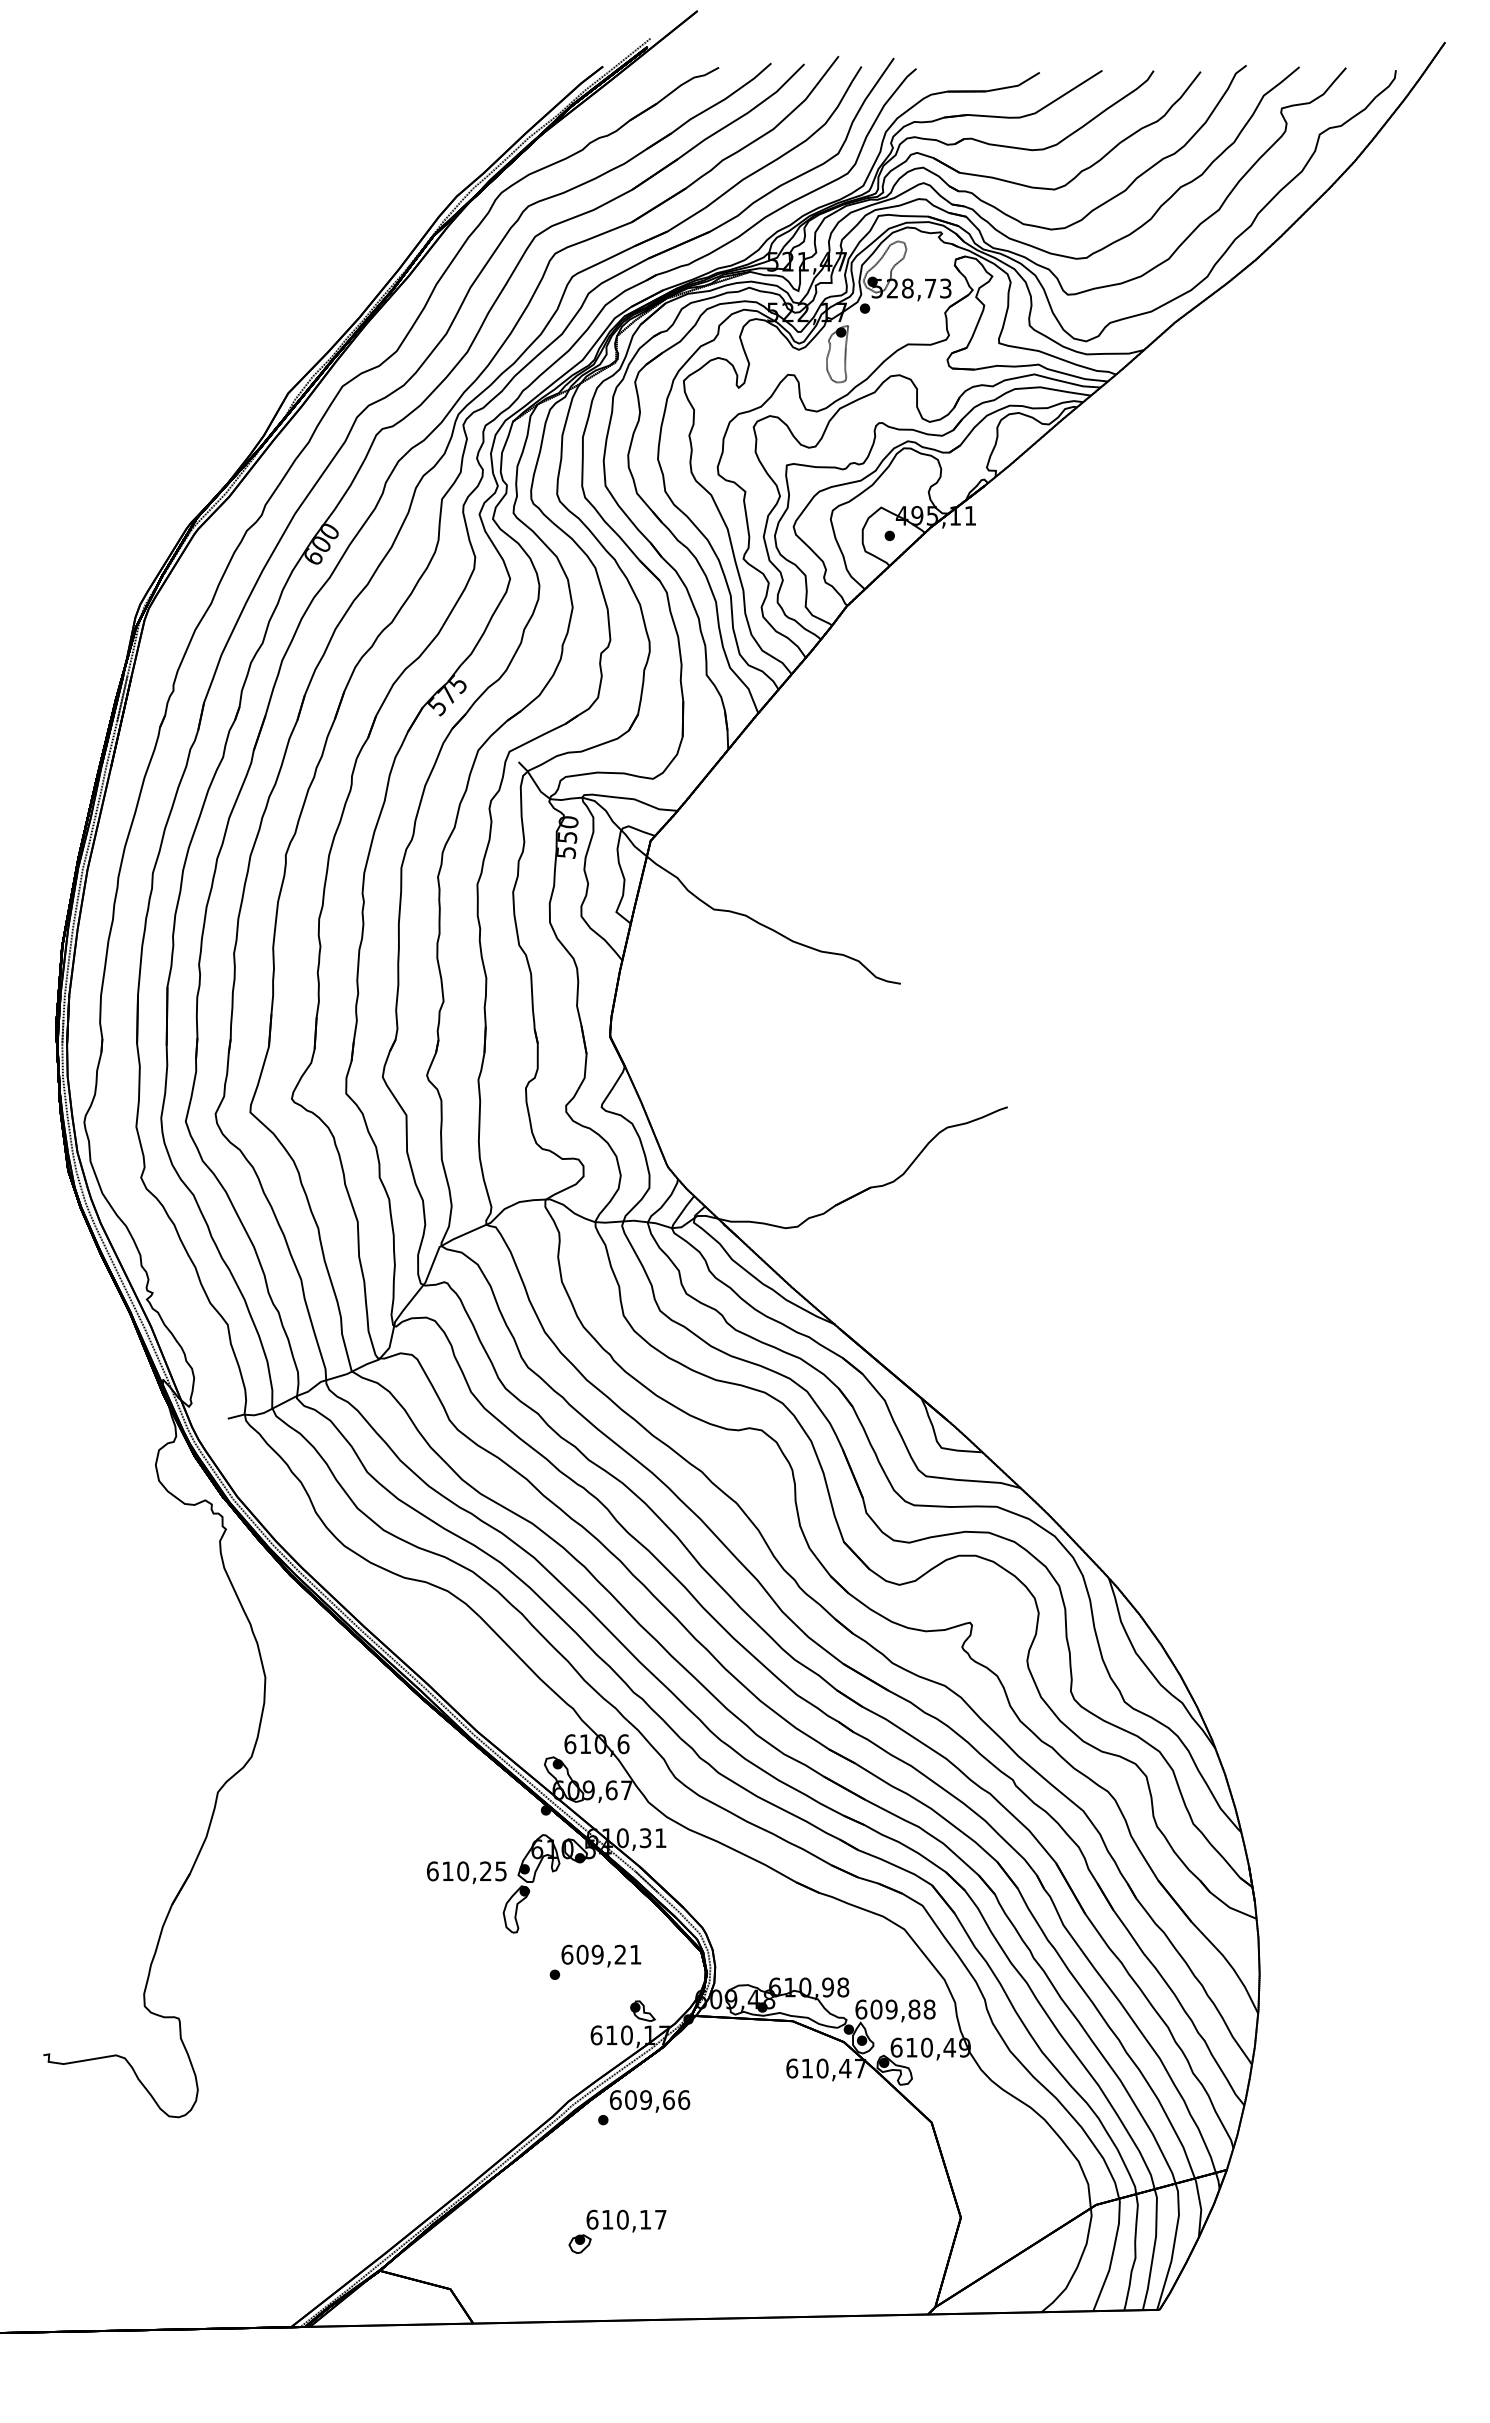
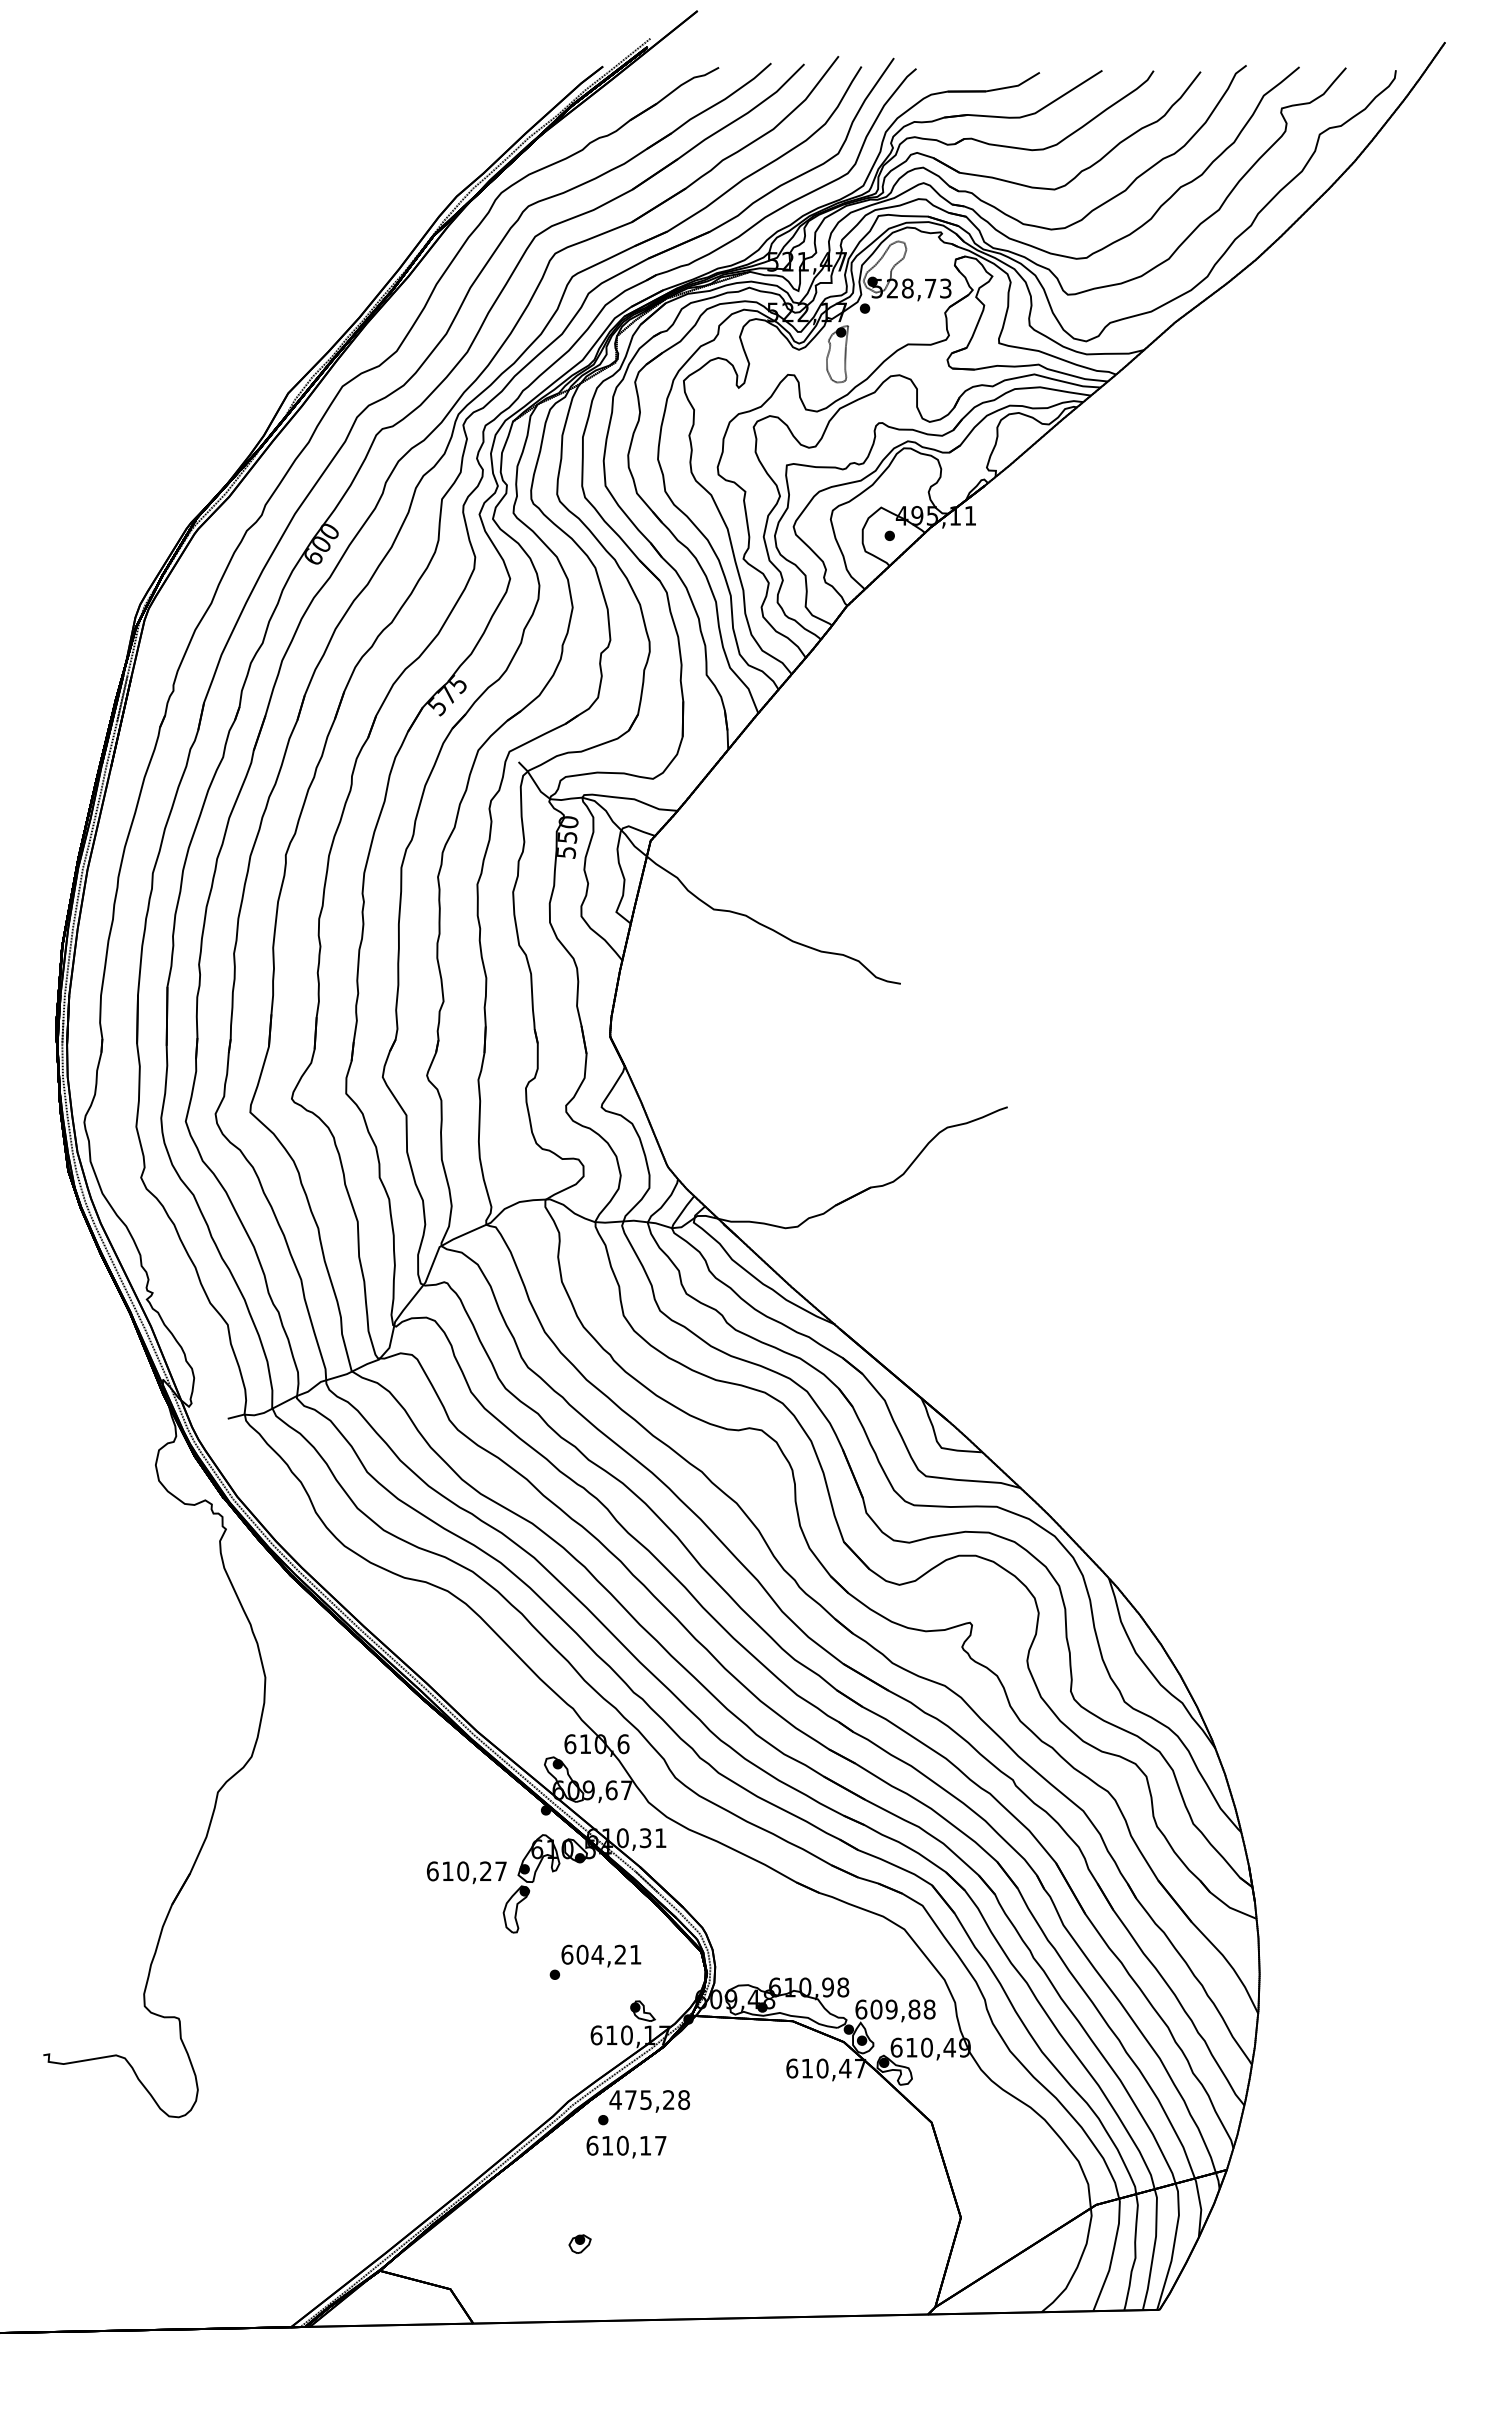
text at (500, 1871): 610,25 -> 610,27
text at (597, 1954): 609,21 -> 604,21
text at (649, 2100): 609,66 -> 475,28
text at (626, 2220) position: (626, 2220) -> (626, 2146)
